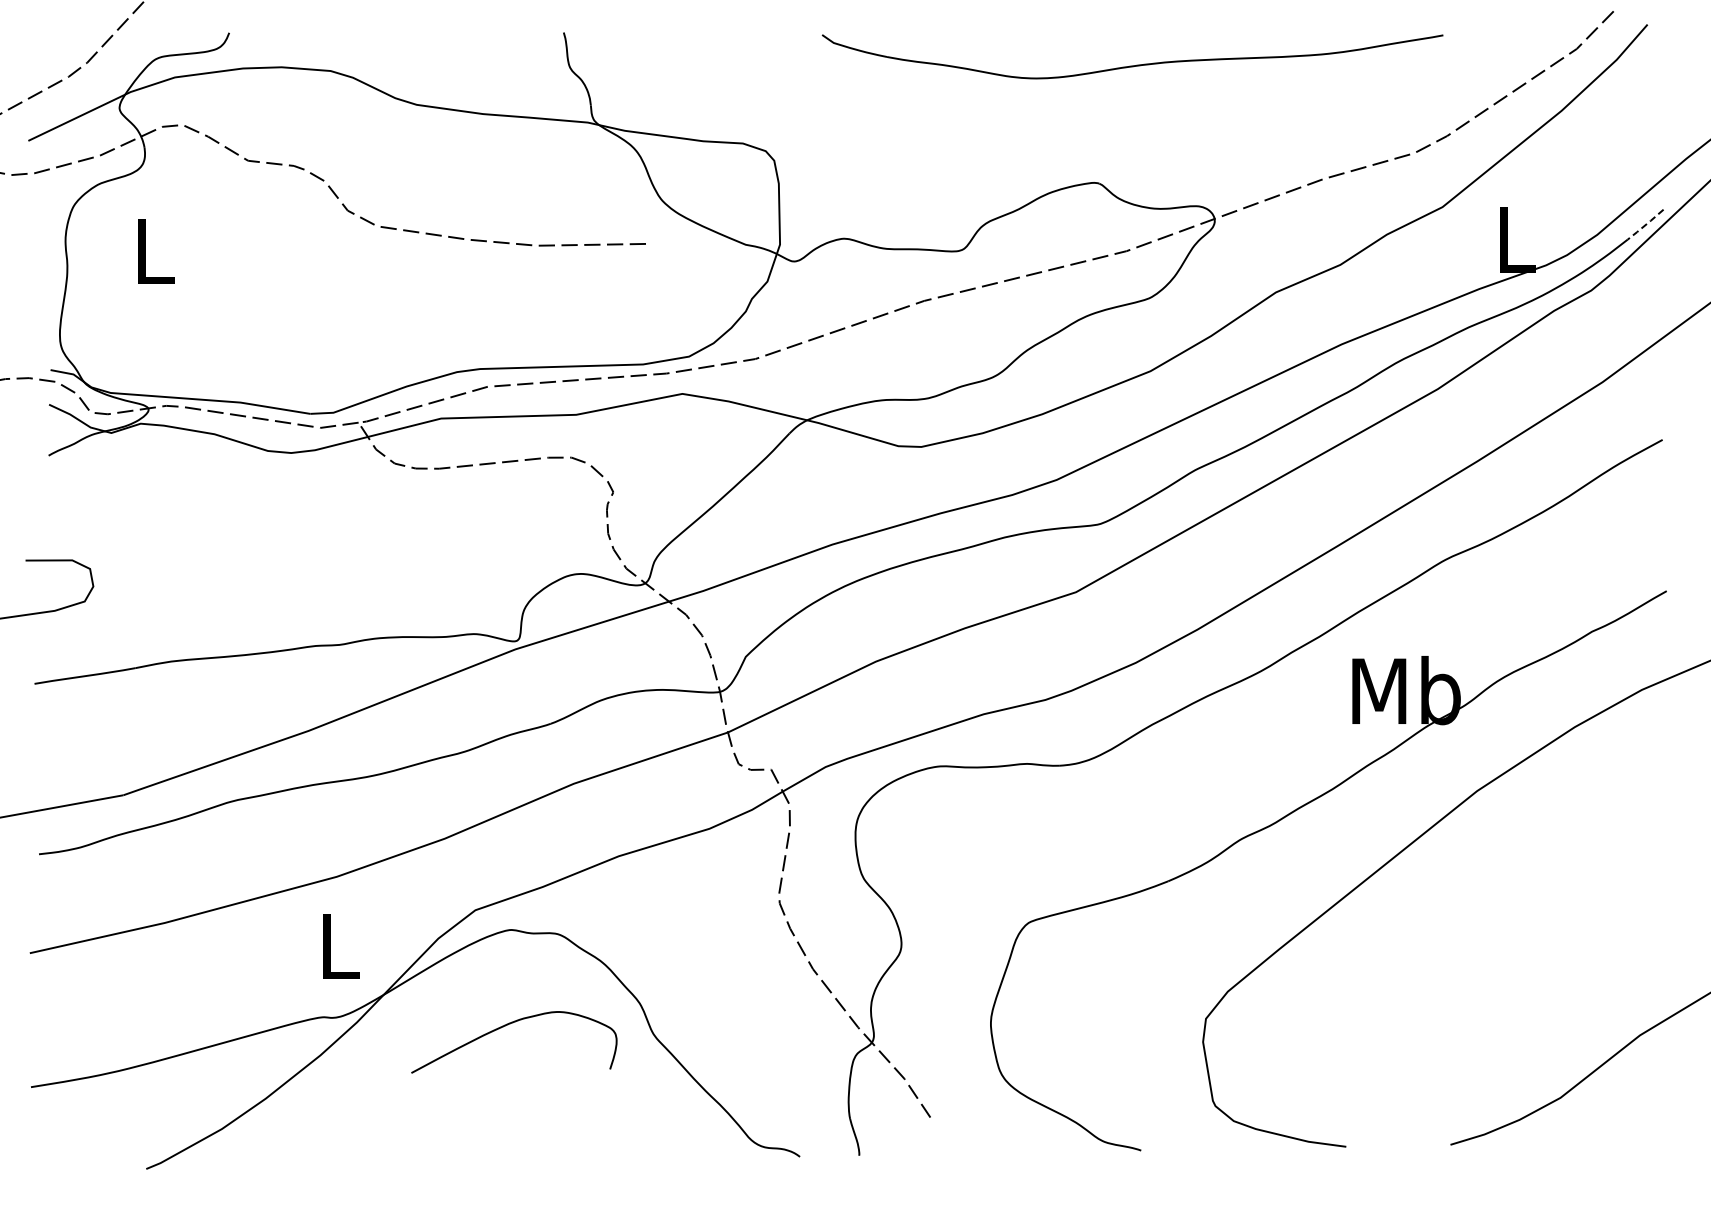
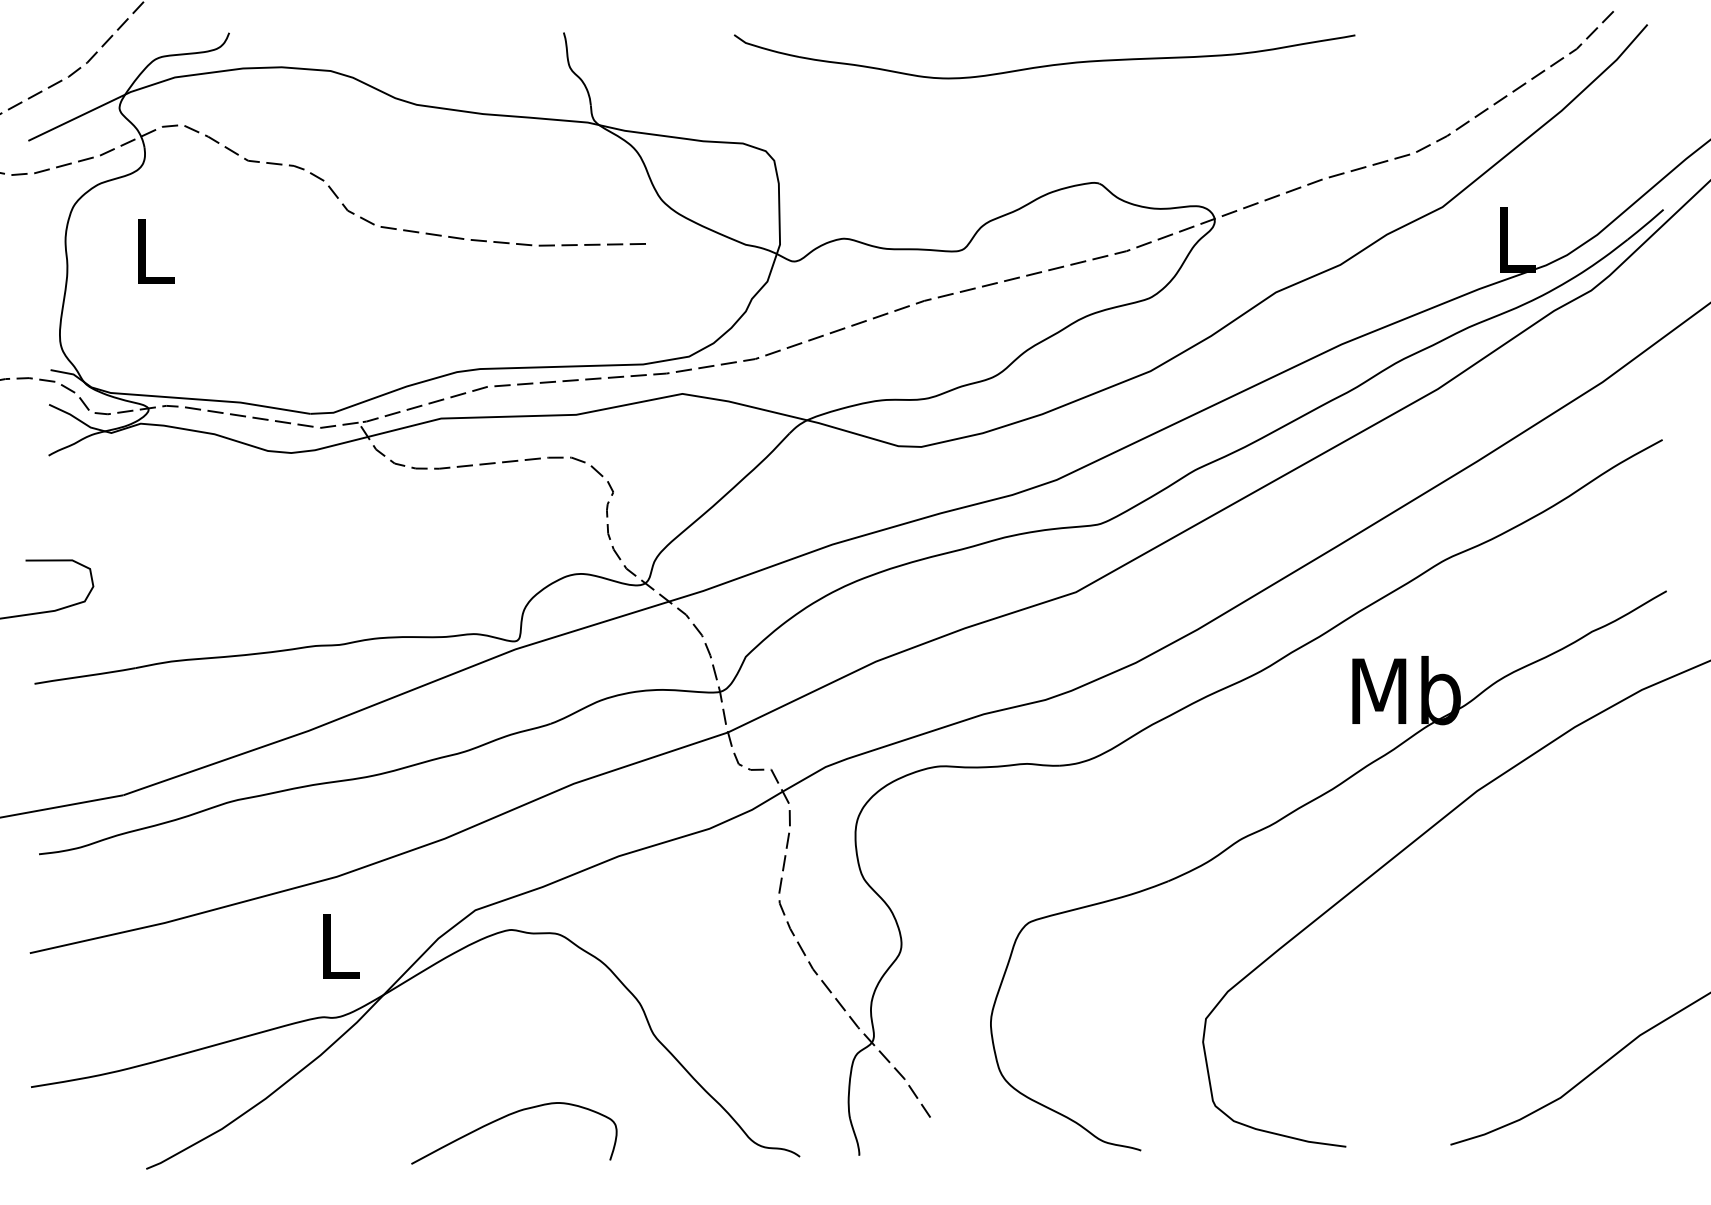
part at (1136, 64) position: (1136, 64) -> (1048, 64)
line at (1646, 224): dashed -> solid
curve at (505, 1026) position: (505, 1026) -> (505, 1117)
